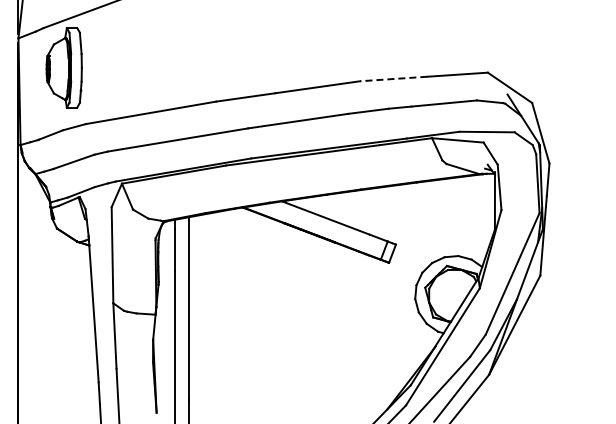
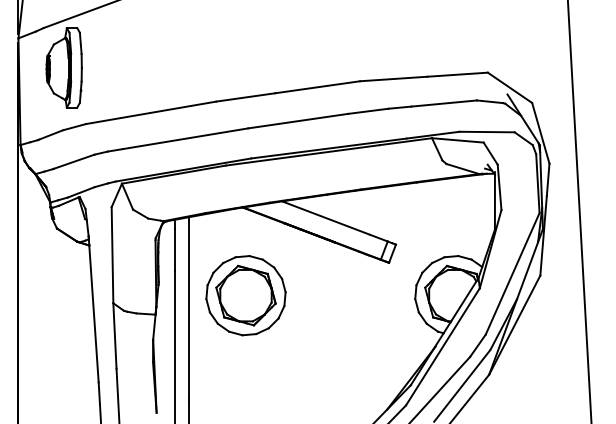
line at (393, 79): dashed -> solid
line at (579, 211): none -> present
part at (245, 295): none -> present
